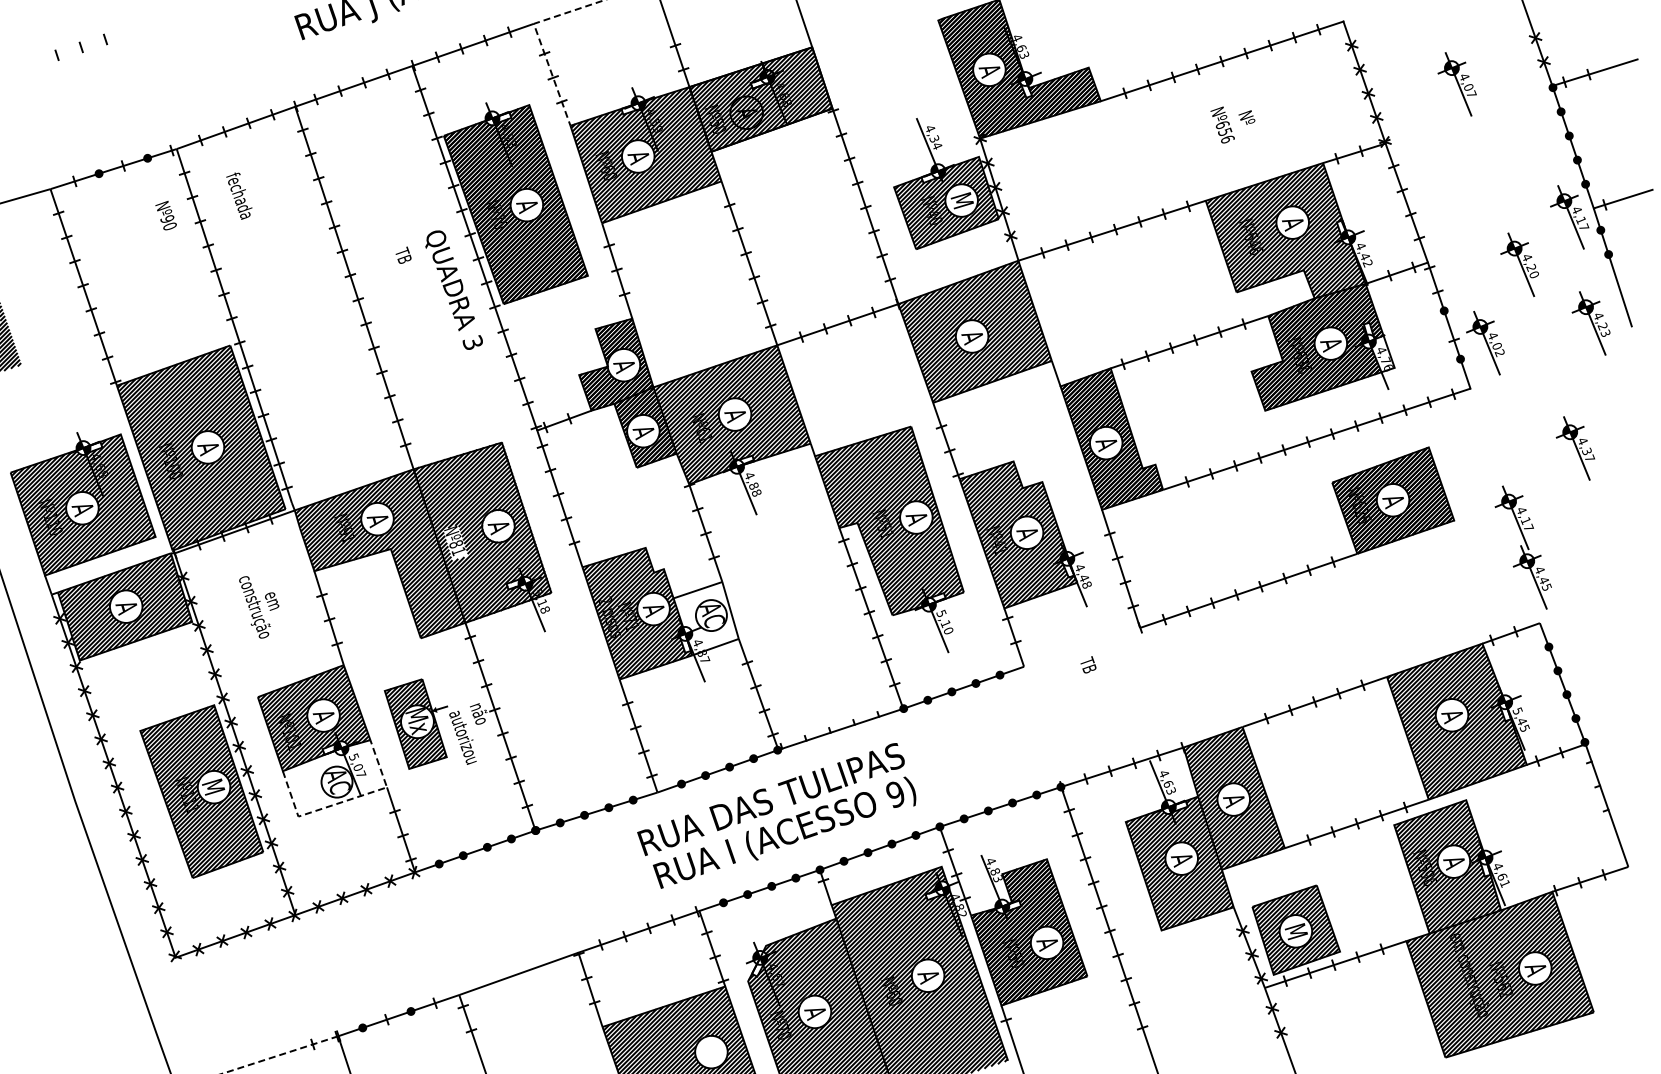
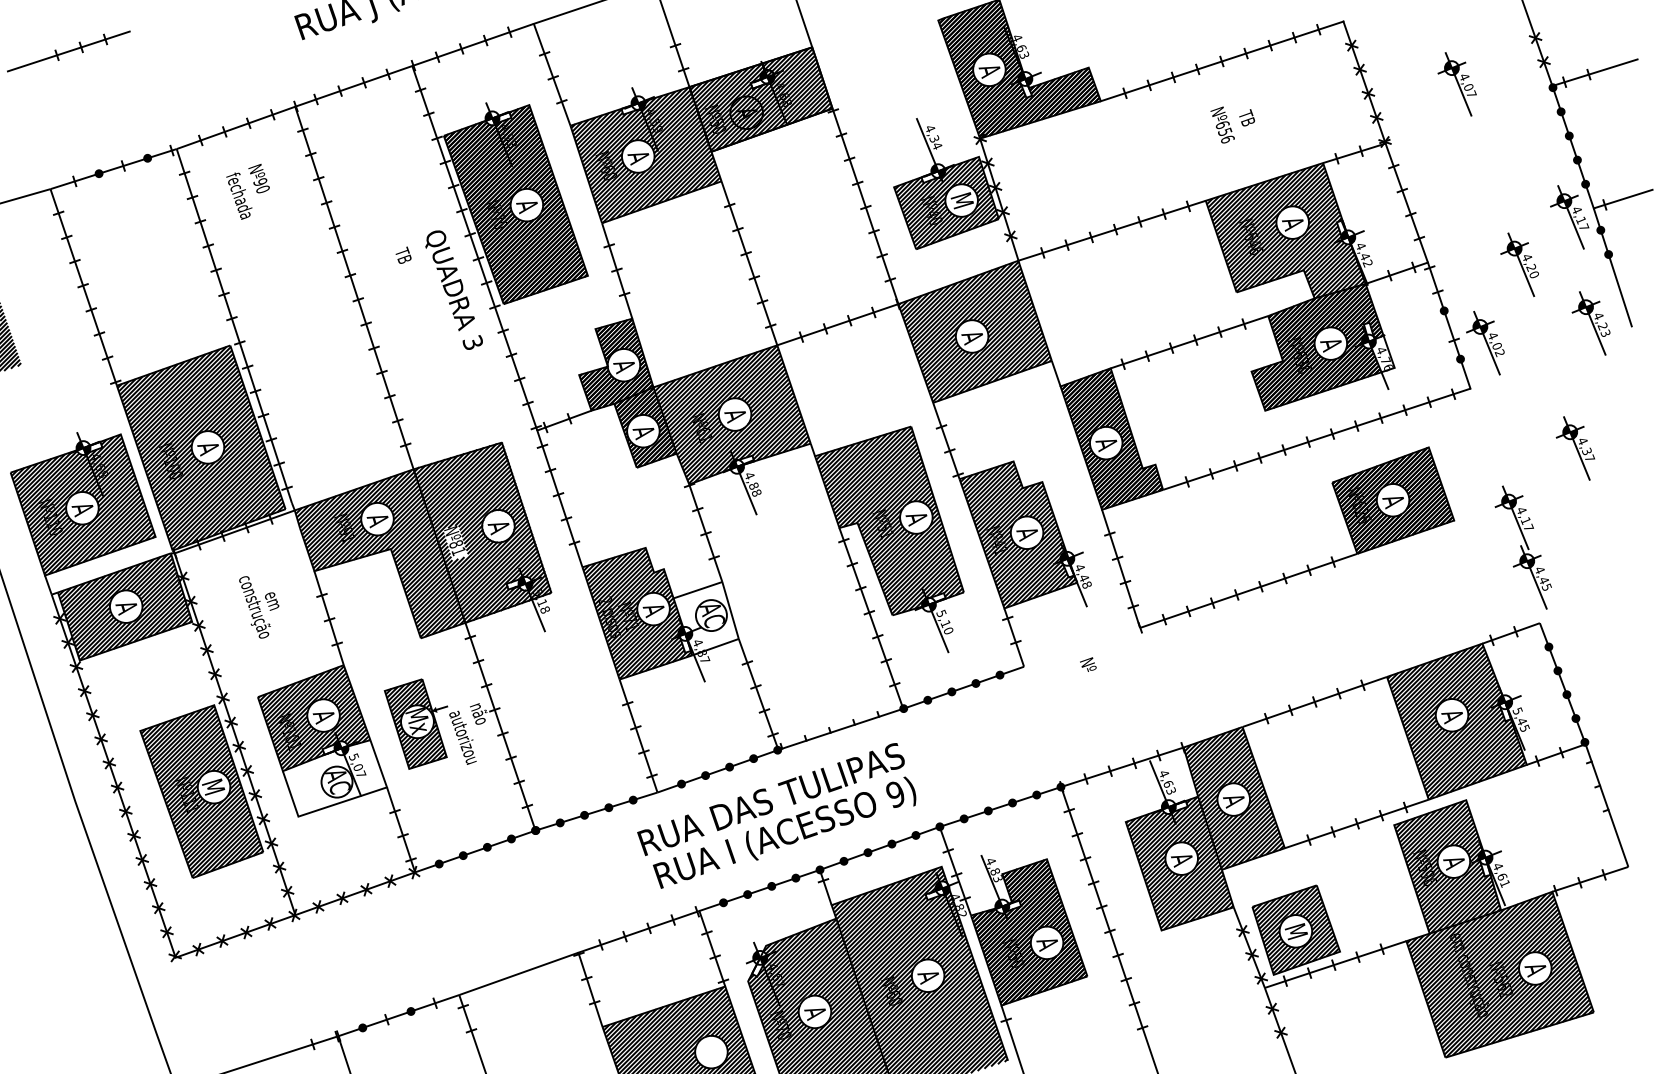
line at (539, 39): dashed -> solid
line at (68, 51): none -> present
text at (1246, 117): Nº -> TB
text at (165, 215) position: (165, 215) -> (258, 178)
text at (1088, 664): TB -> Nº
line at (343, 801): dashed -> solid
line at (279, 1055): dashed -> solid
